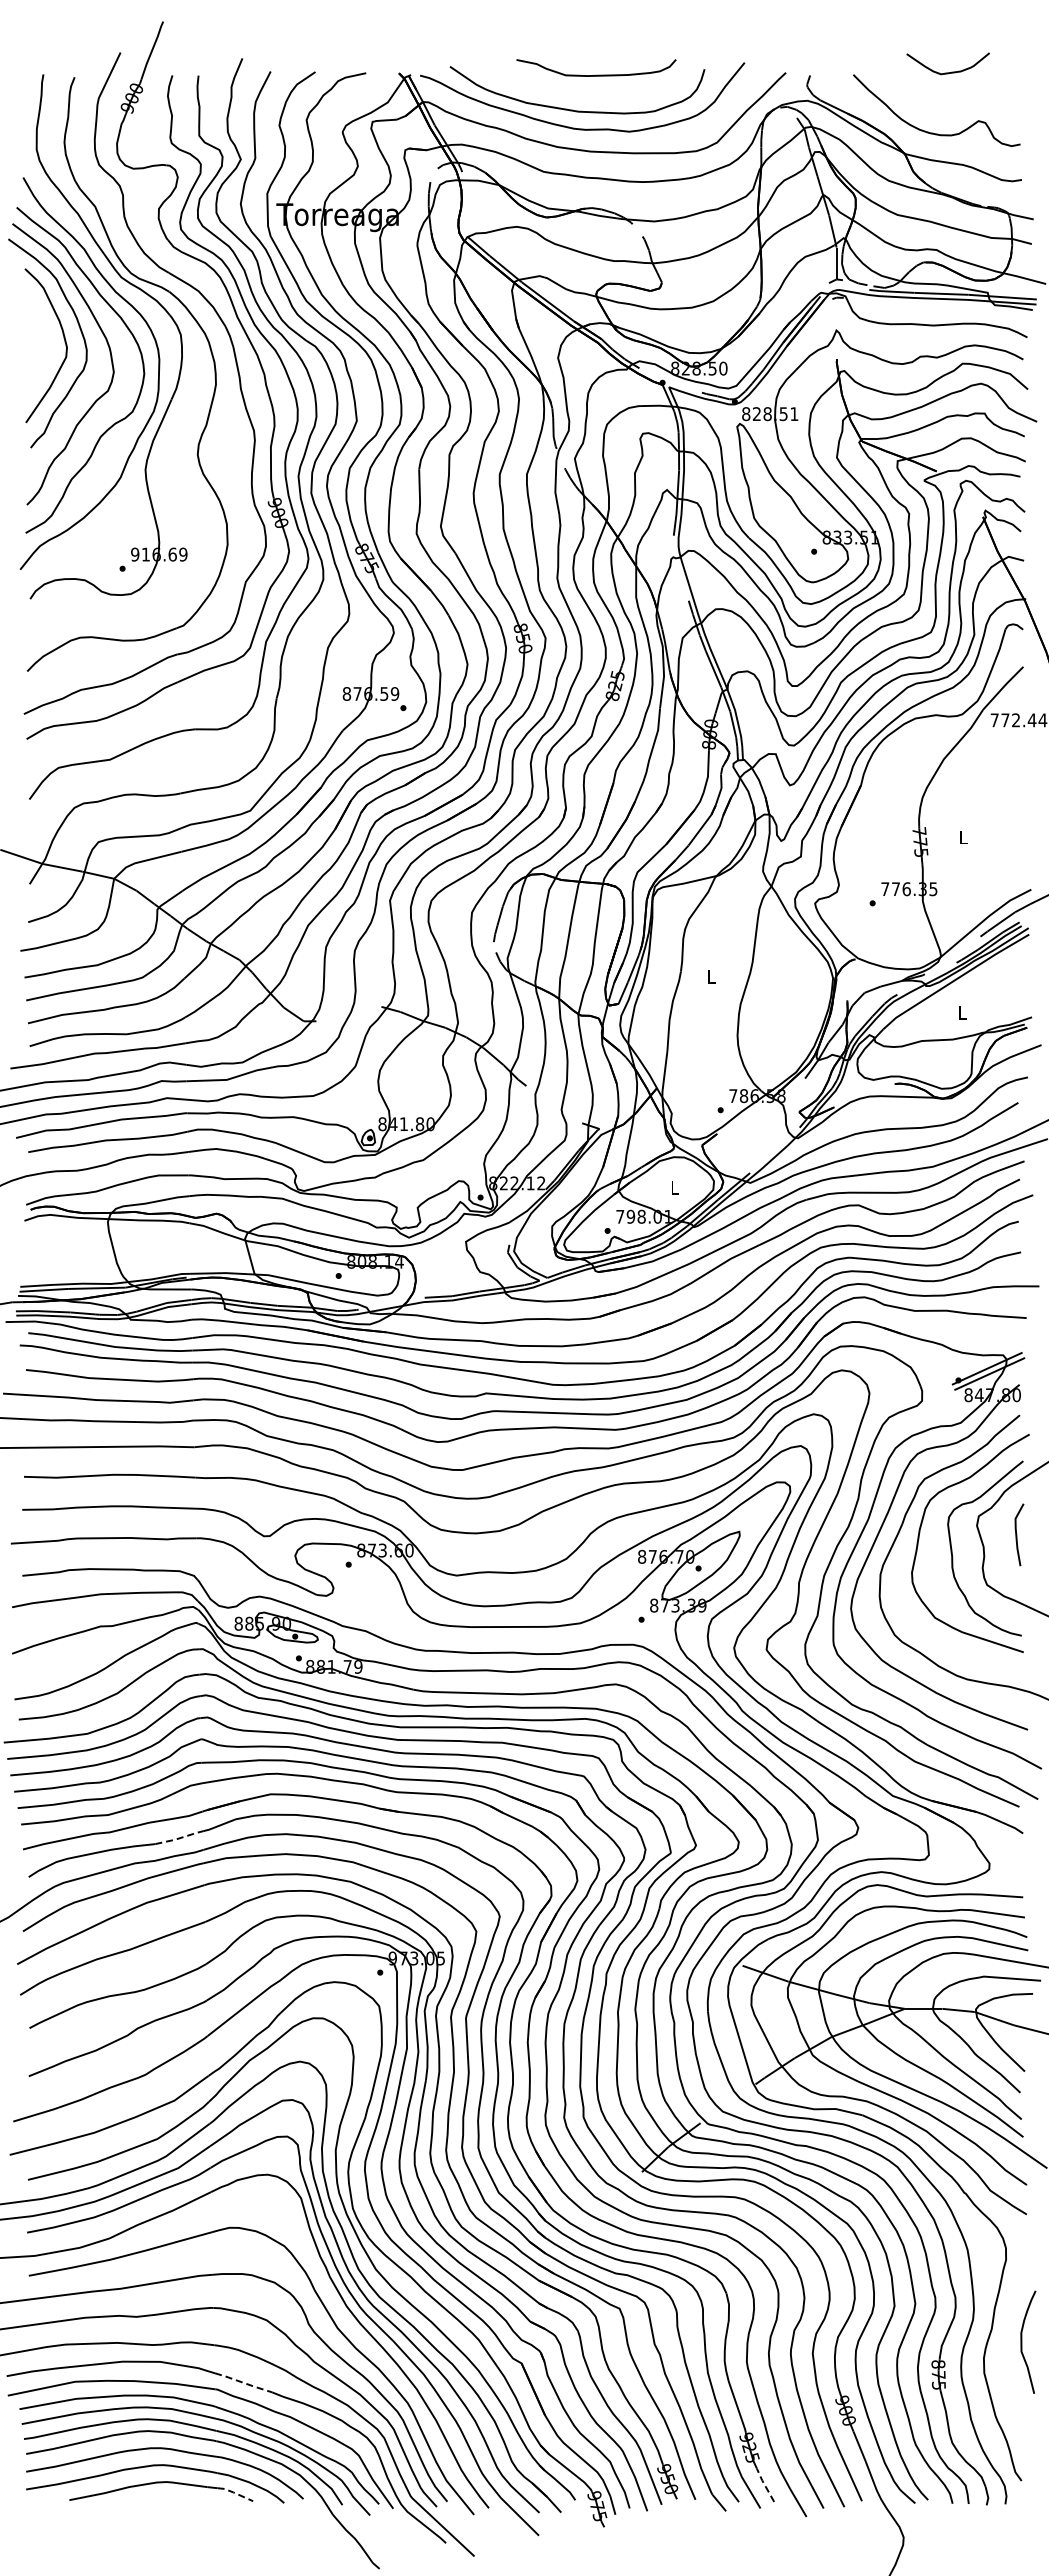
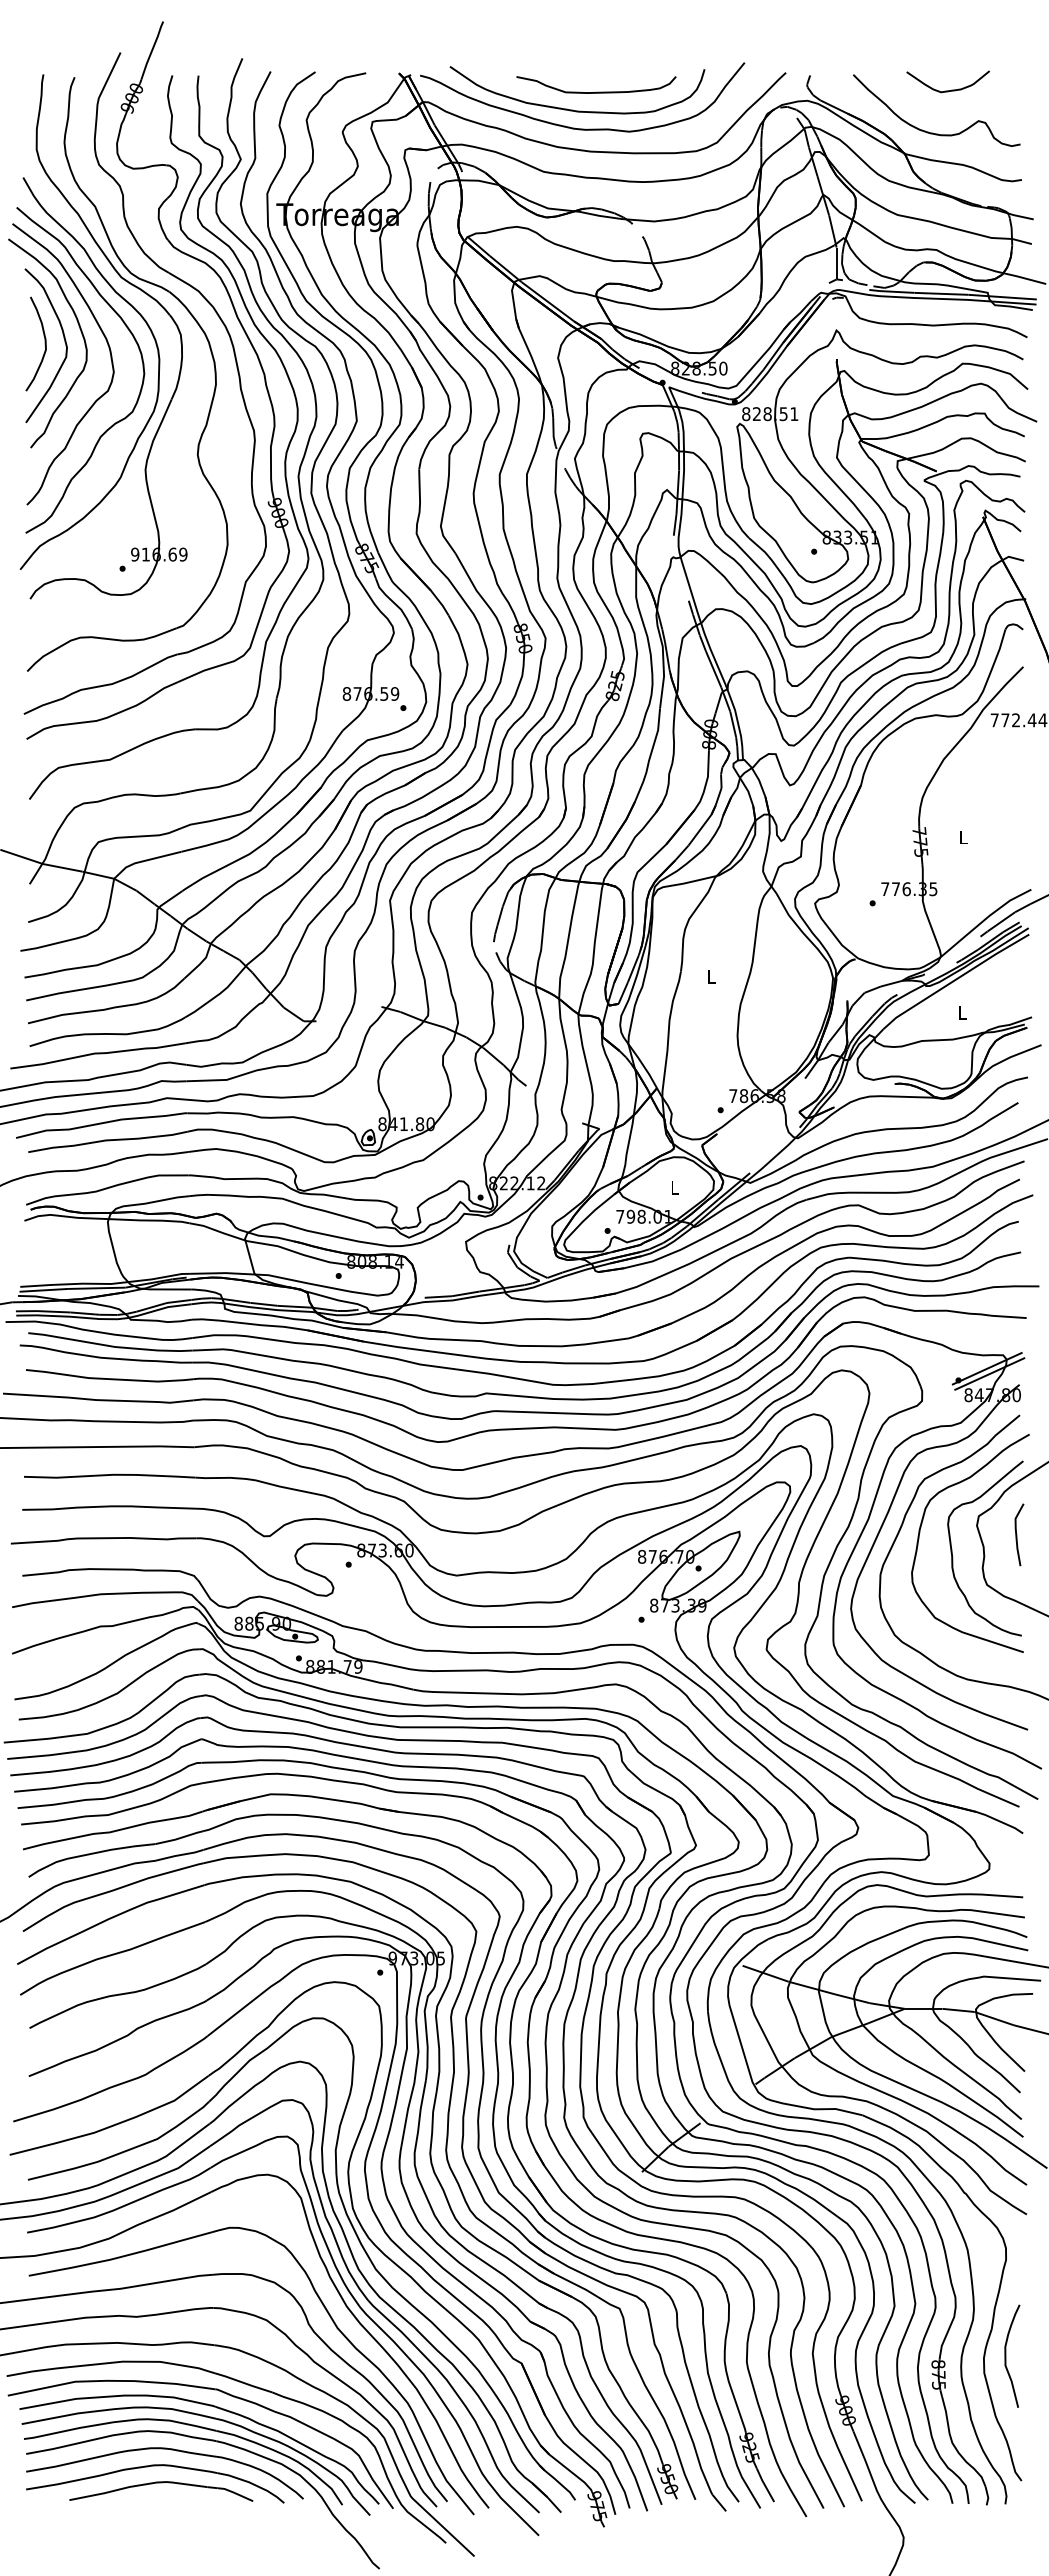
curve at (951, 71) position: (951, 71) -> (951, 89)
curve at (596, 74) position: (596, 74) -> (596, 91)
curve at (44, 343): none -> present
line at (179, 1838): dashed -> solid
curve at (1022, 2341) position: (1022, 2341) -> (1006, 2355)
line at (243, 2382): dashed -> solid
line at (764, 2484): dashed -> solid
line at (235, 2493): dashed -> solid
